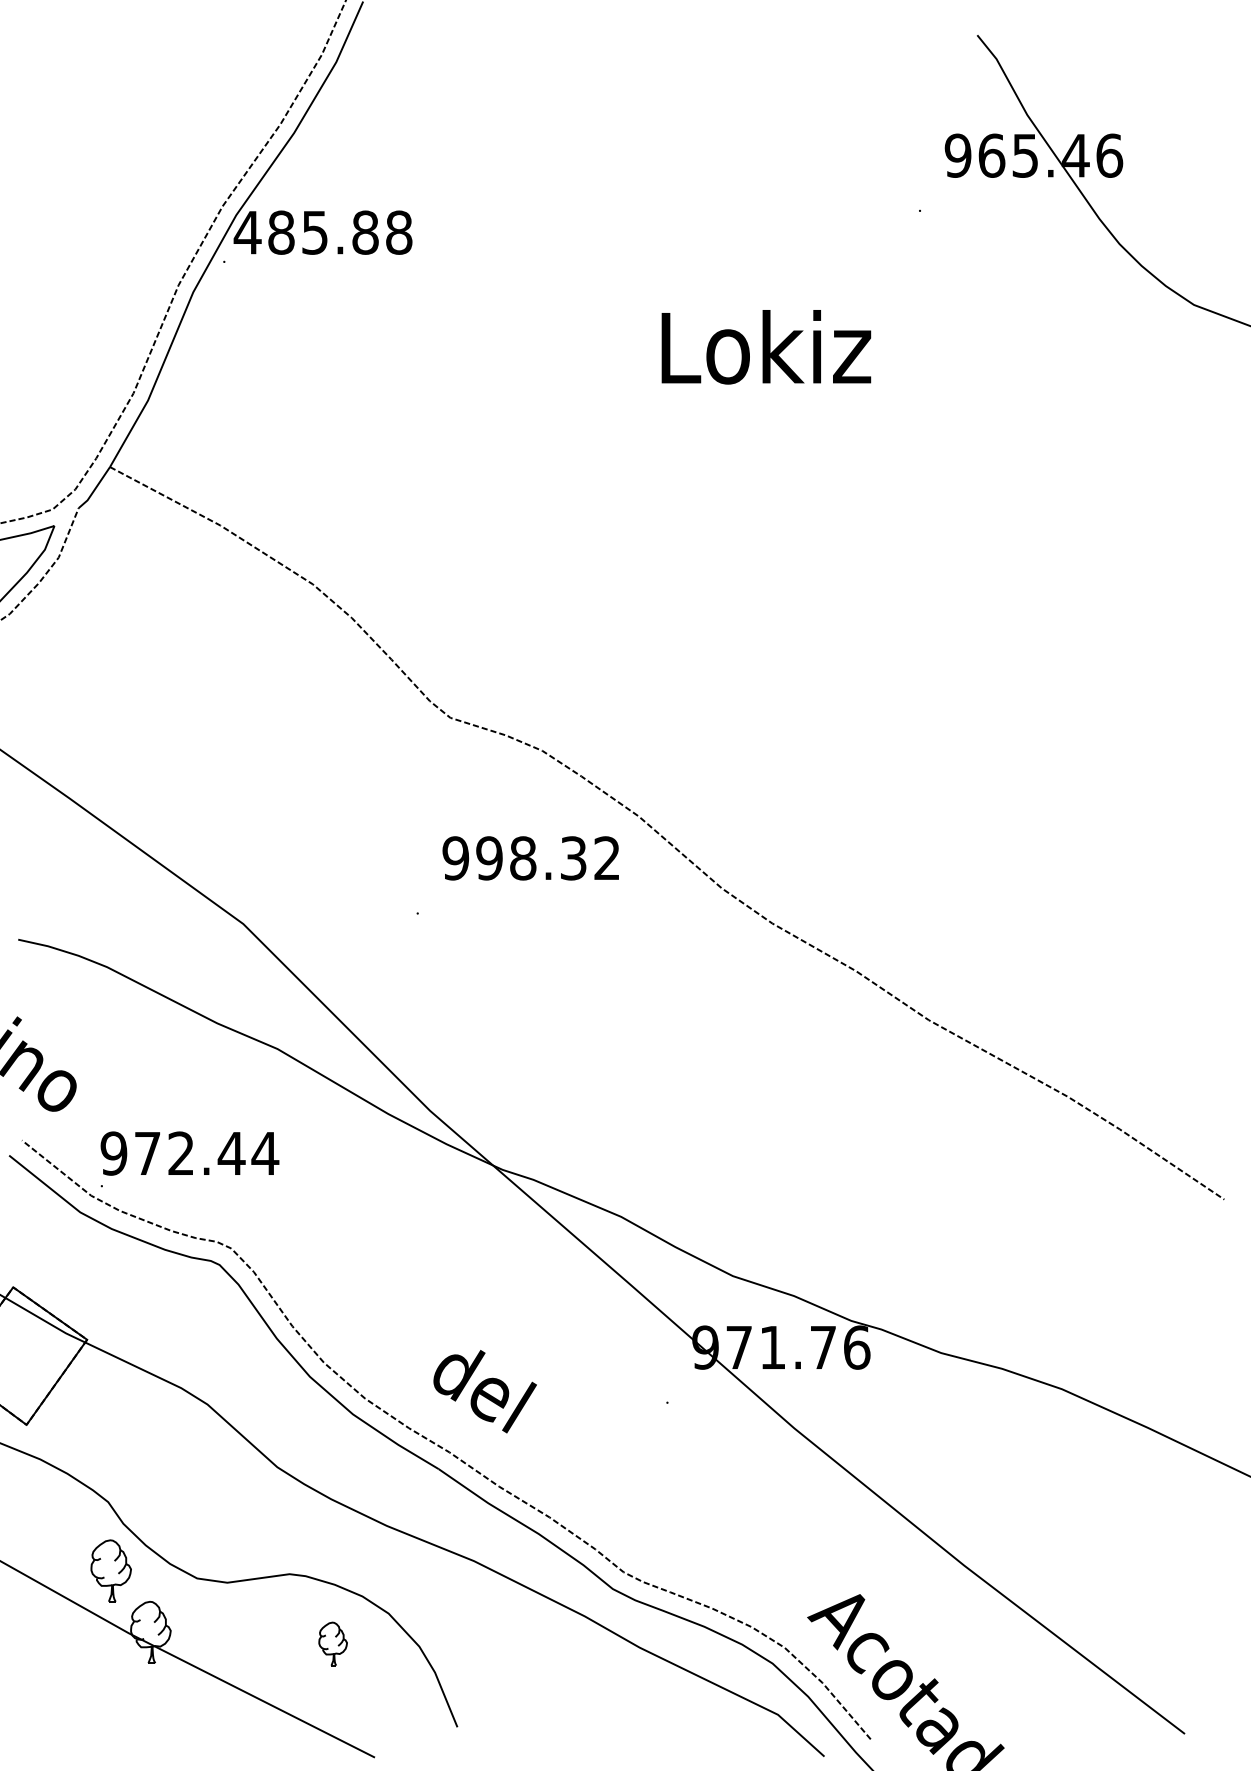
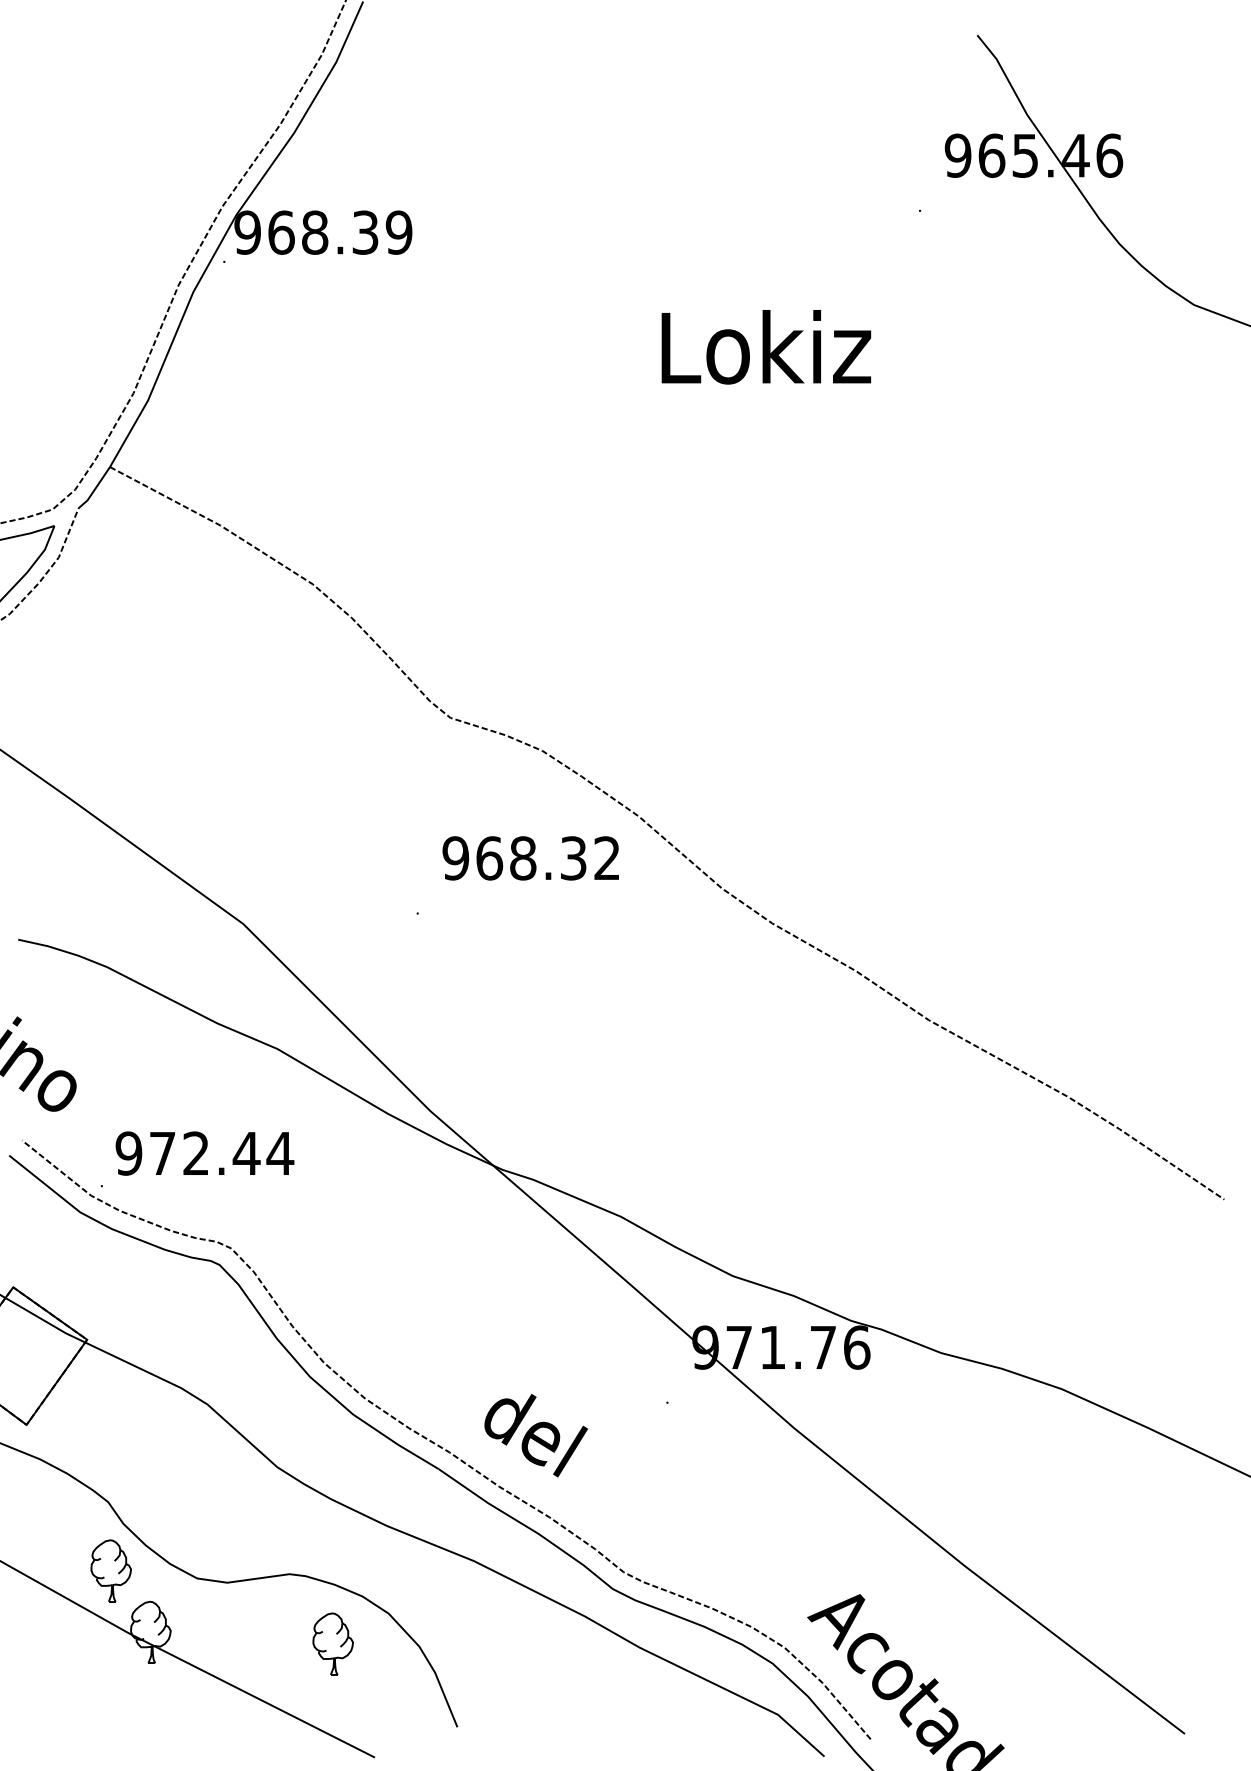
text at (322, 232): 485.88 -> 968.39
text at (489, 858): 998.32 -> 968.32
text at (189, 1153) position: (189, 1153) -> (204, 1153)
text at (484, 1391) position: (484, 1391) -> (535, 1435)
part at (332, 1643) size: 30x46 px -> 42x64 px
